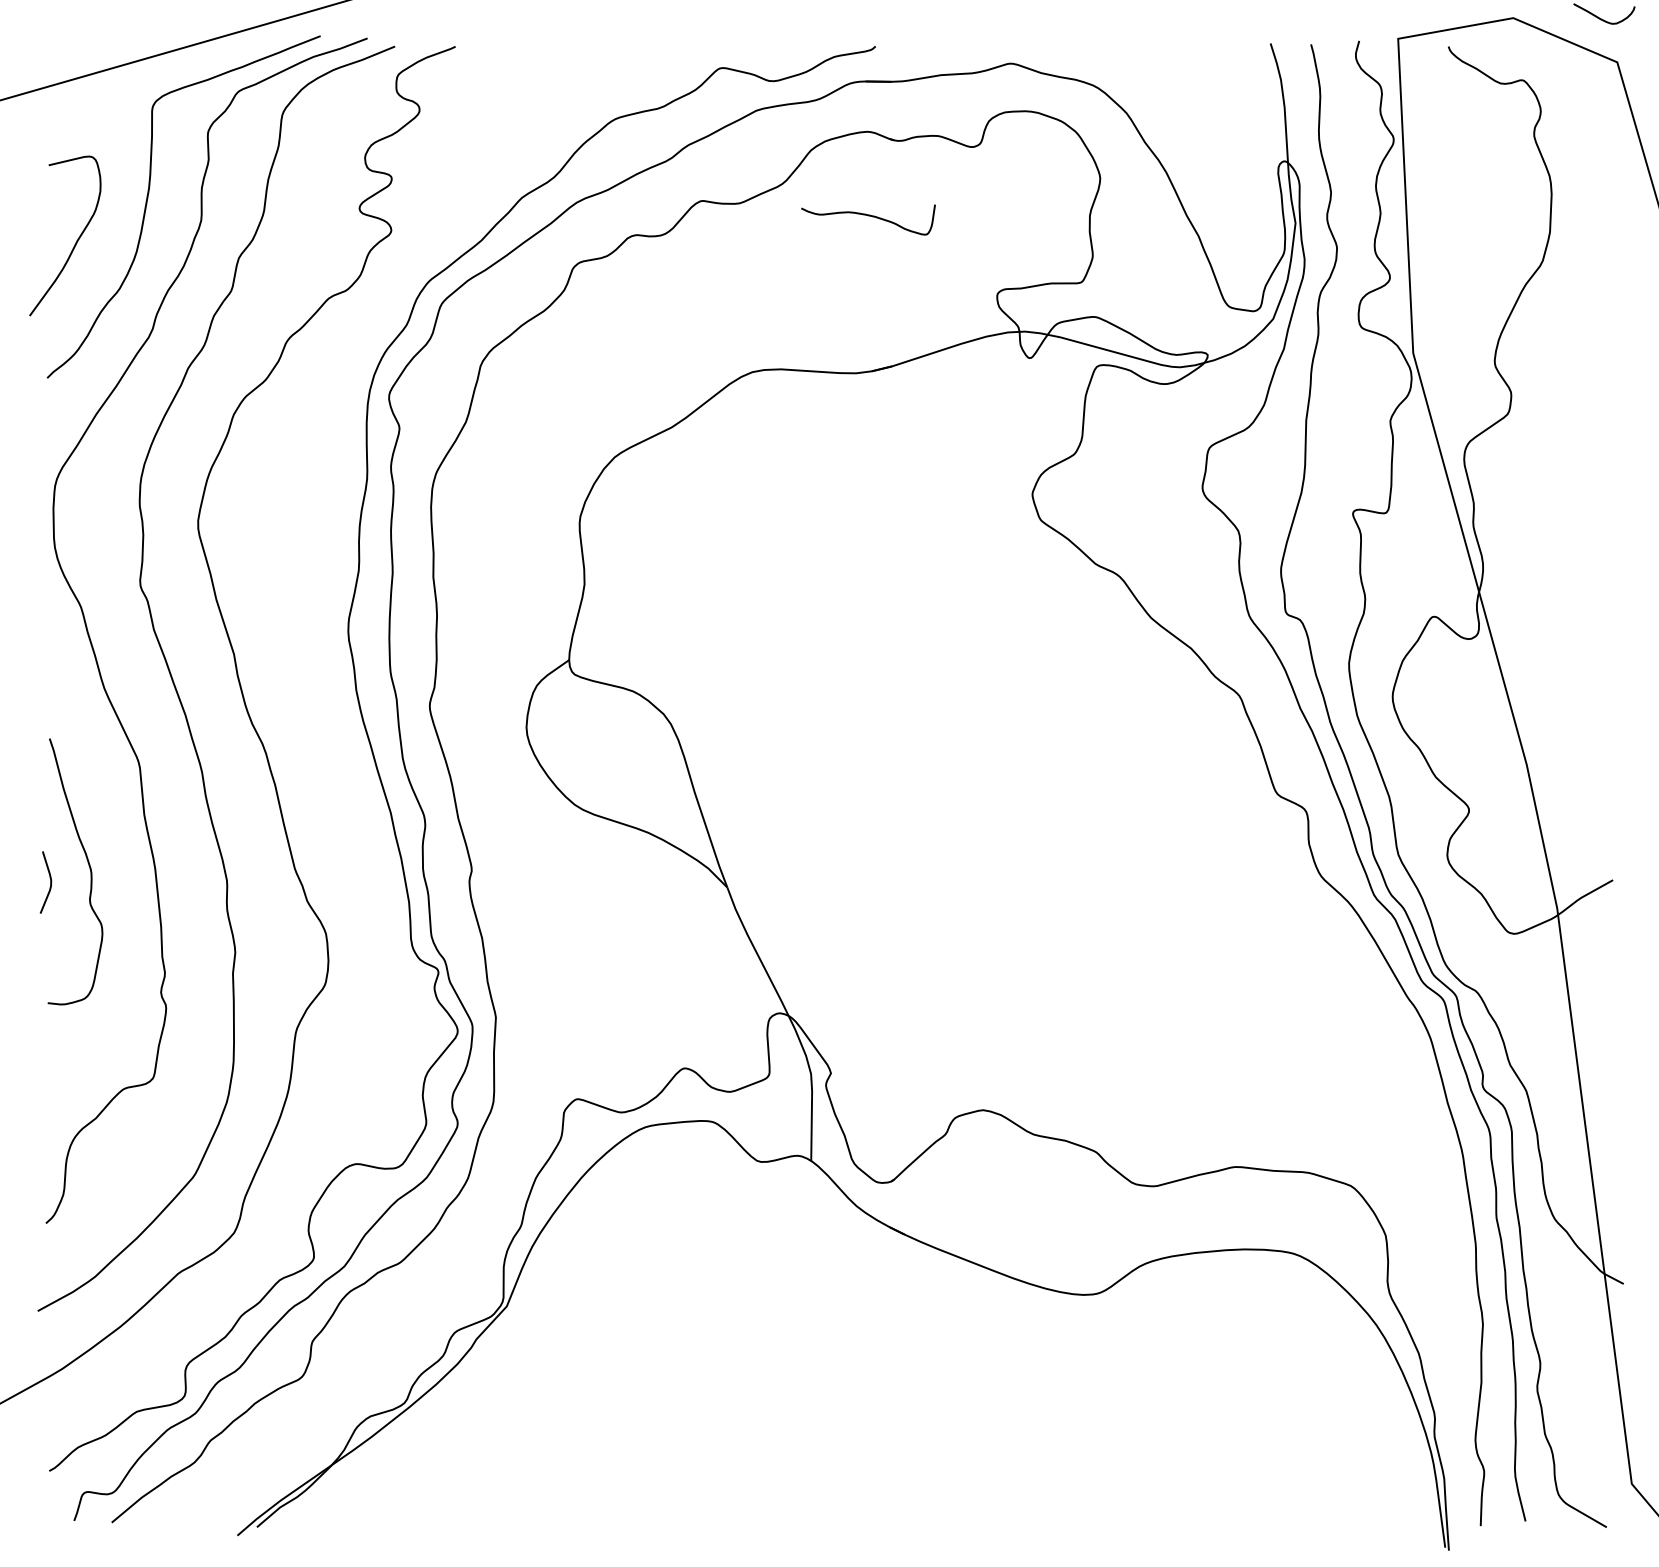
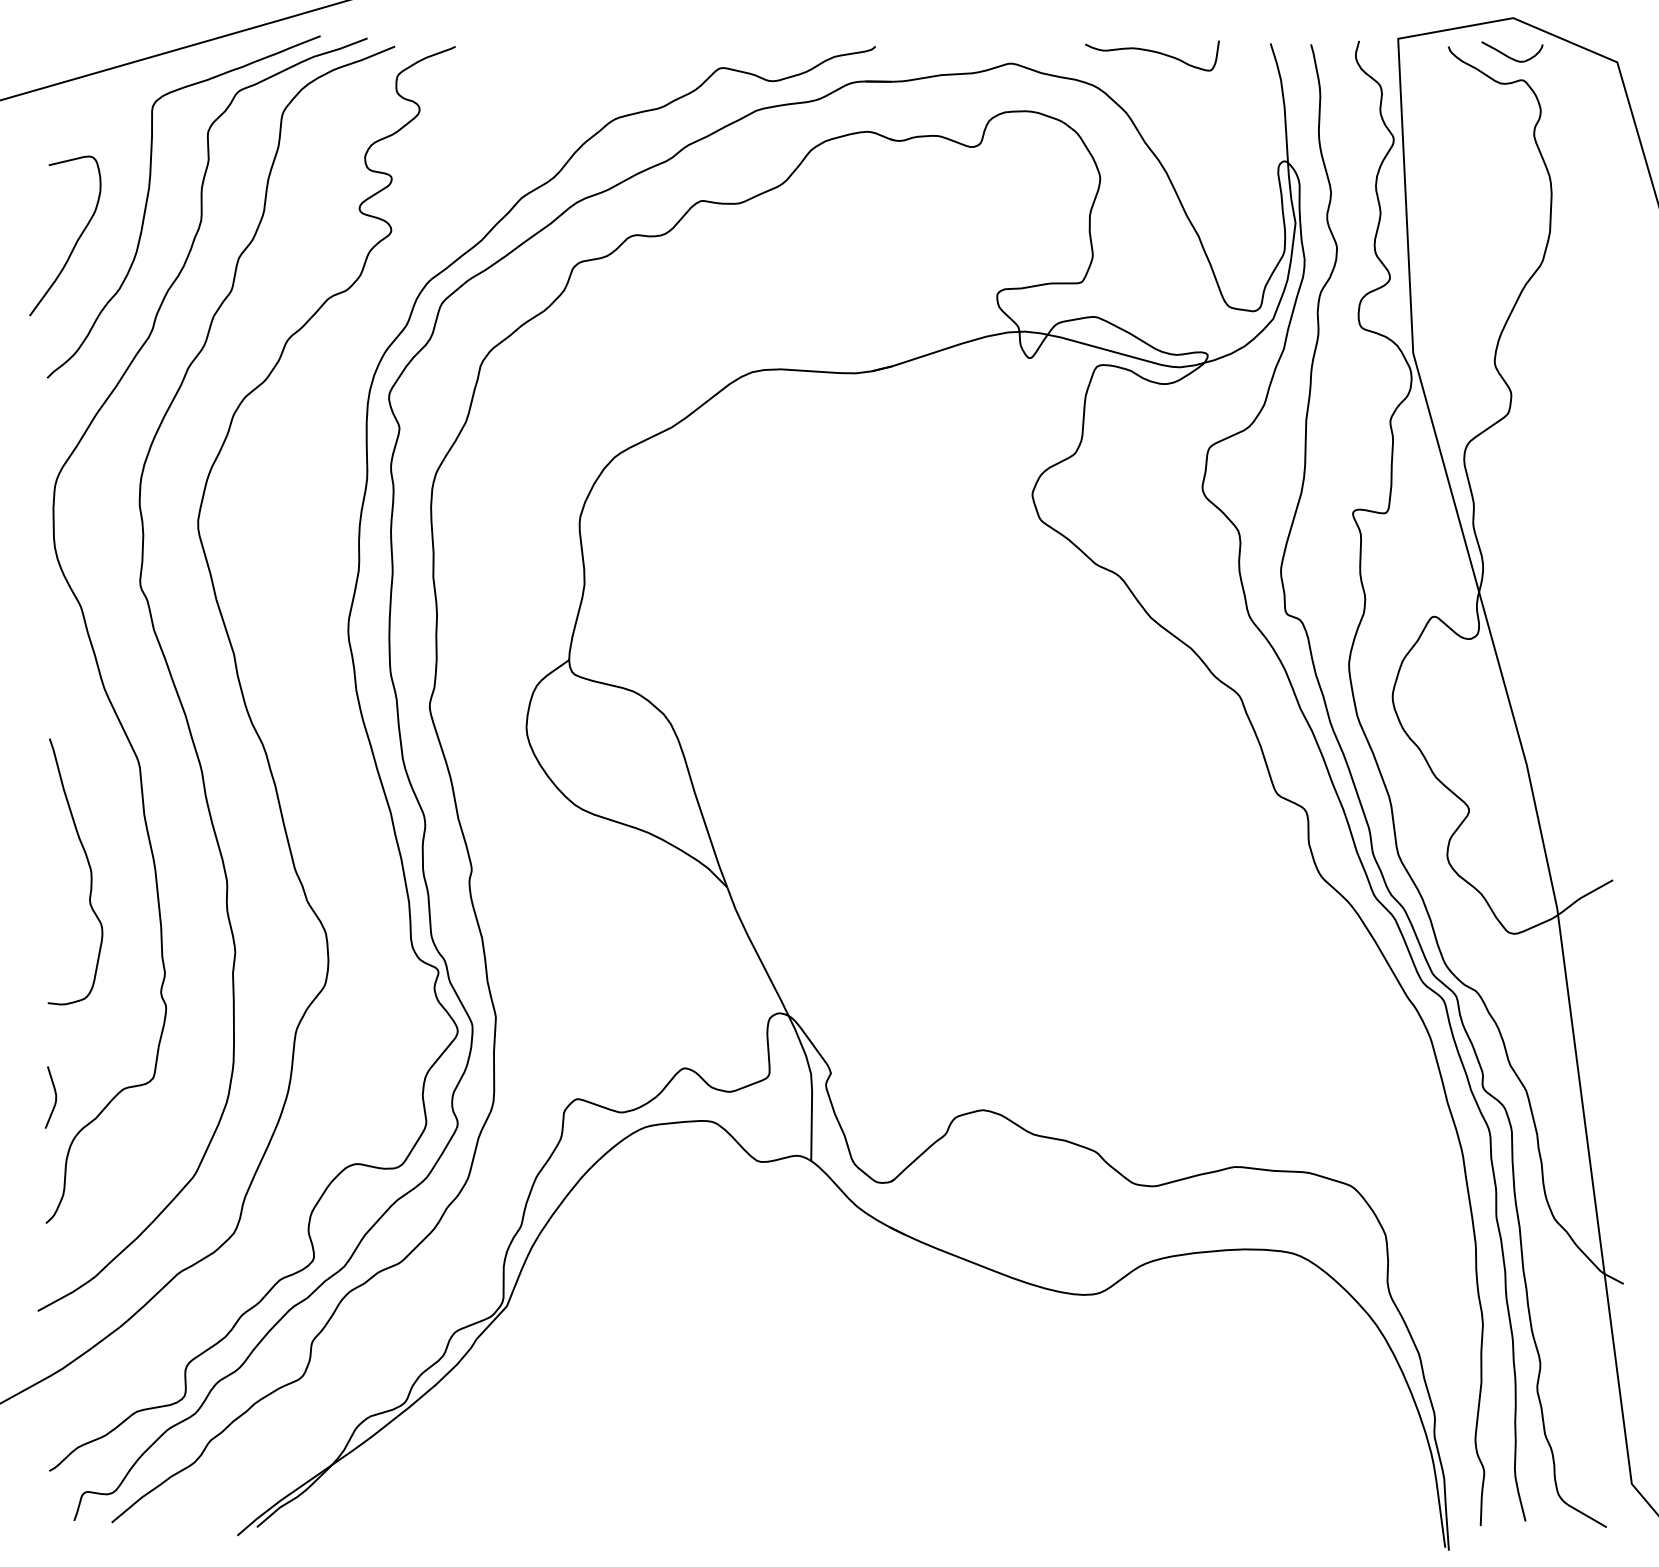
curve at (1601, 18) position: (1601, 18) -> (1509, 56)
curve at (868, 216) position: (868, 216) -> (1152, 52)
curve at (50, 882) position: (50, 882) -> (55, 1097)
